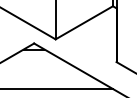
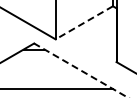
line at (83, 23): solid -> dashed
line at (80, 70): solid -> dashed
